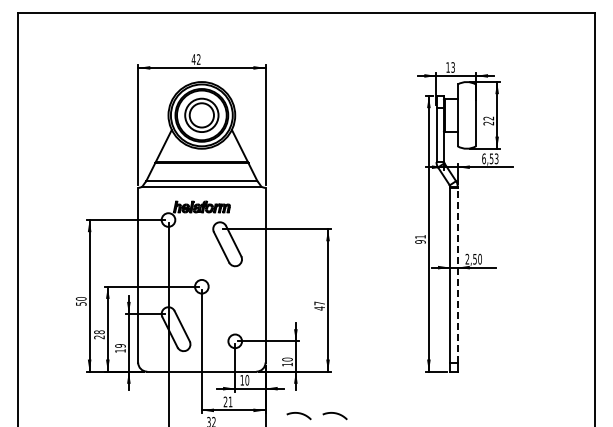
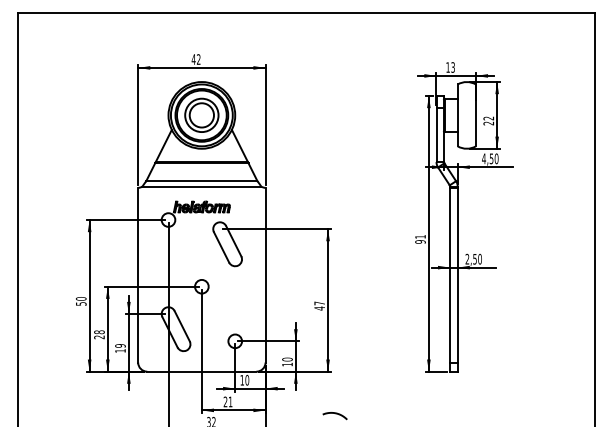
text at (490, 158): 6,53 -> 4,50
line at (457, 274): dashed -> solid
curve at (299, 414): present -> none
